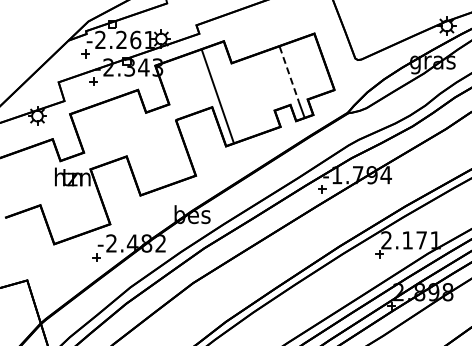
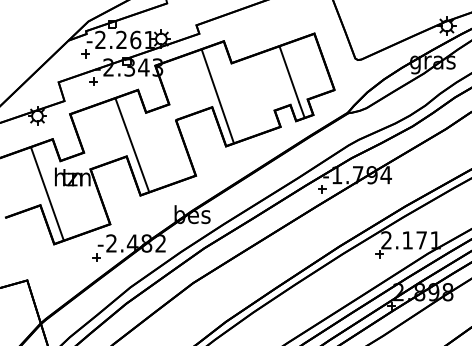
line at (289, 74): dashed -> solid
line at (132, 144): none -> present
line at (47, 193): none -> present
